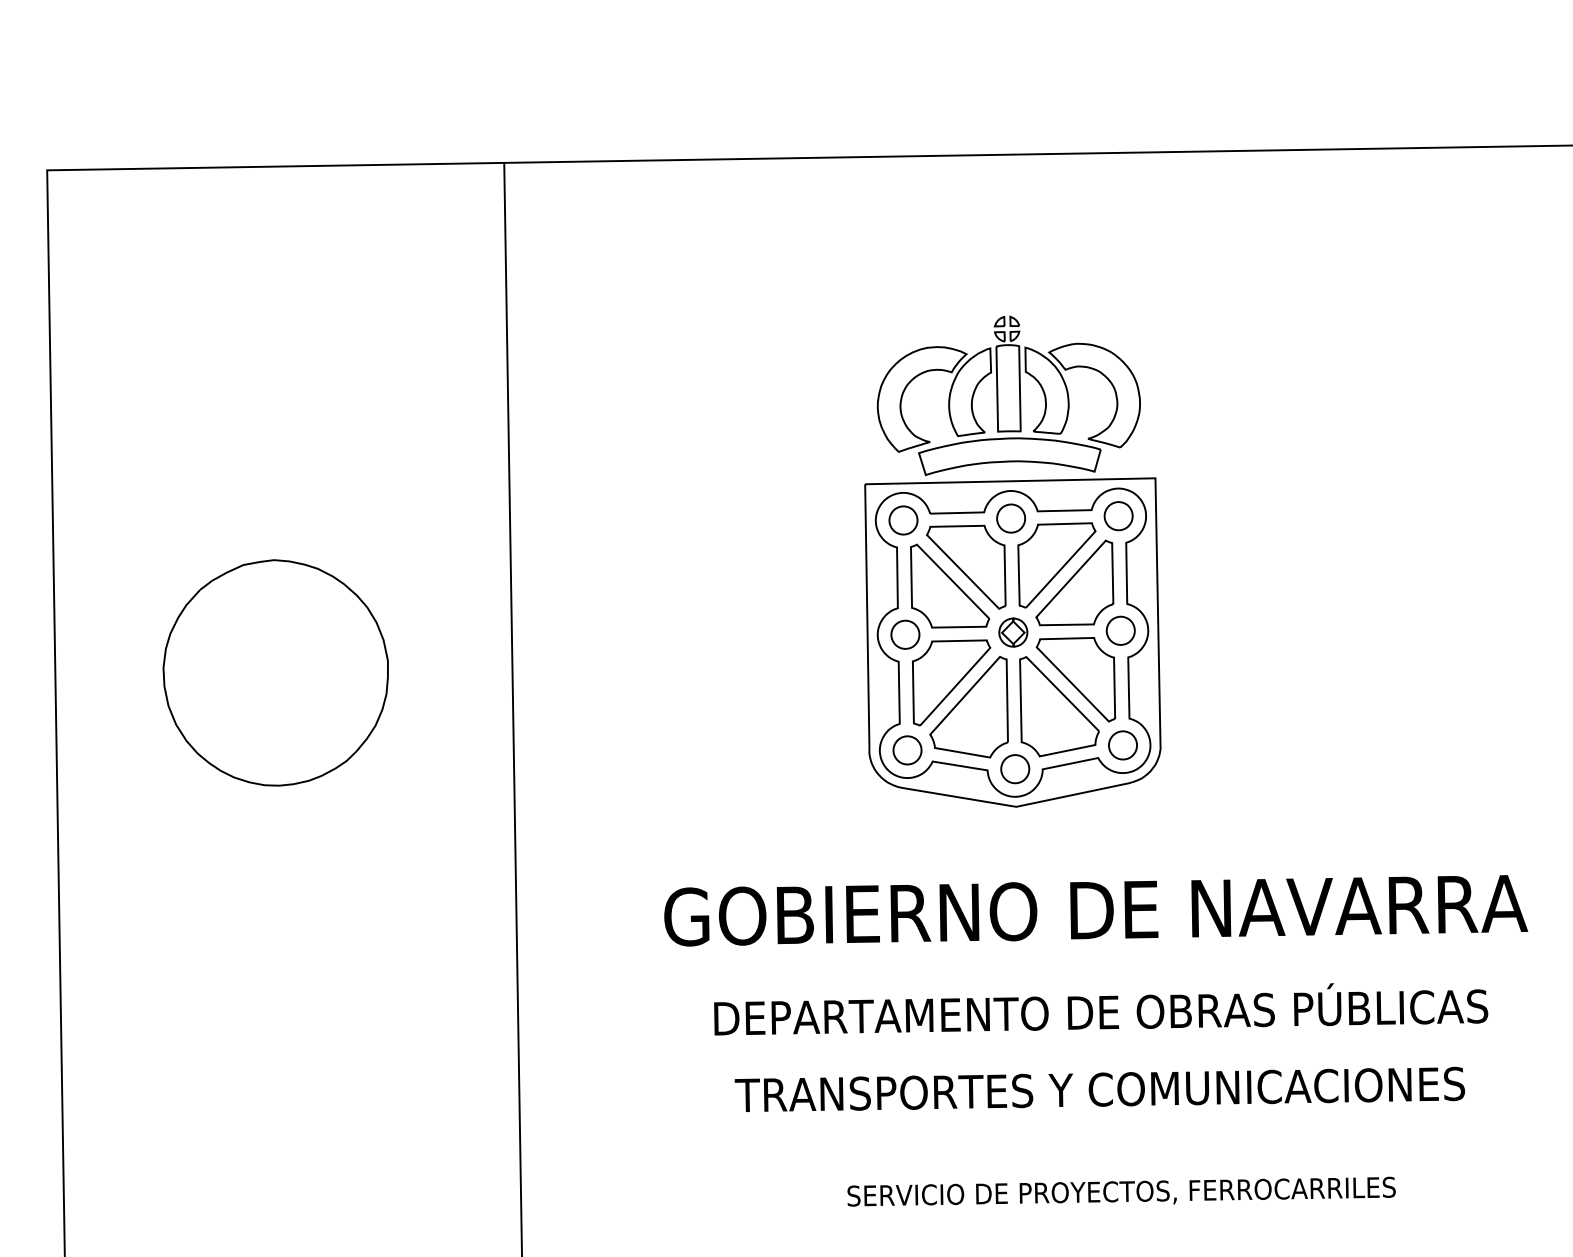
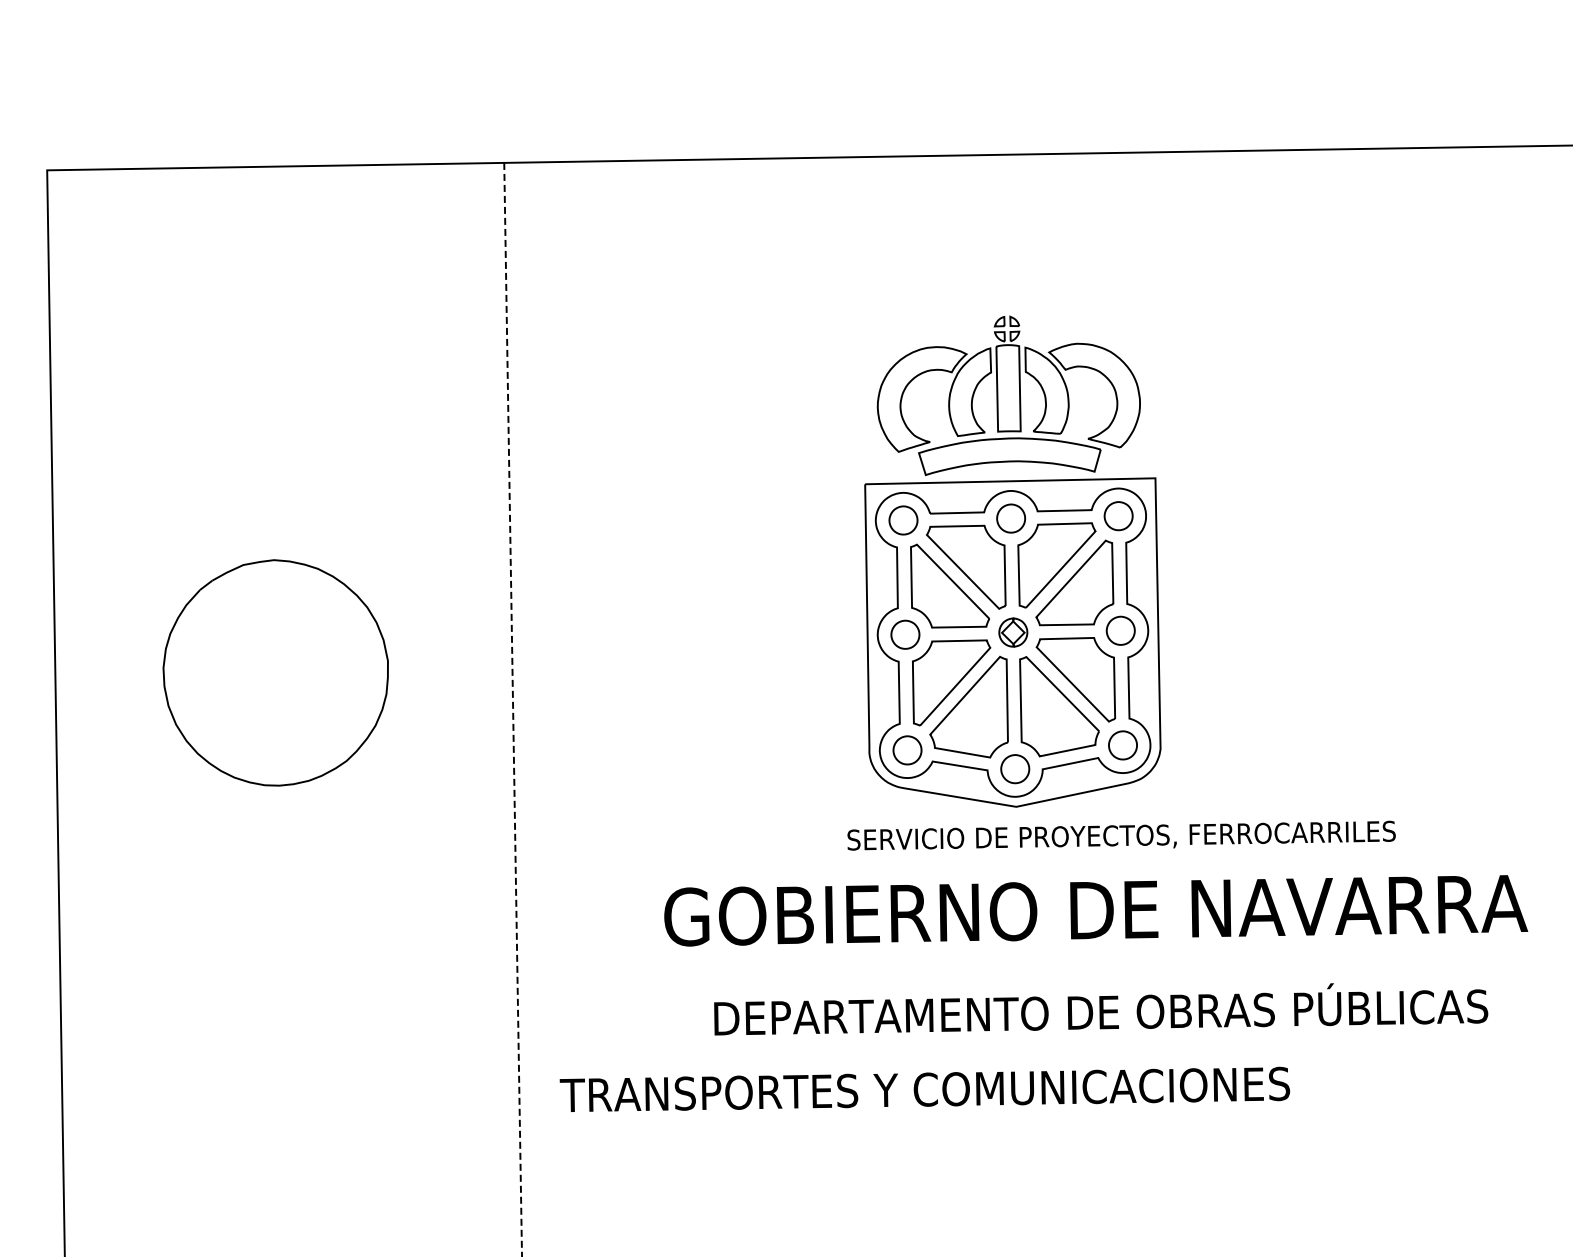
line at (513, 709): solid -> dashed
text at (1099, 1088) position: (1099, 1088) -> (924, 1088)
text at (1121, 1191) position: (1121, 1191) -> (1121, 835)
